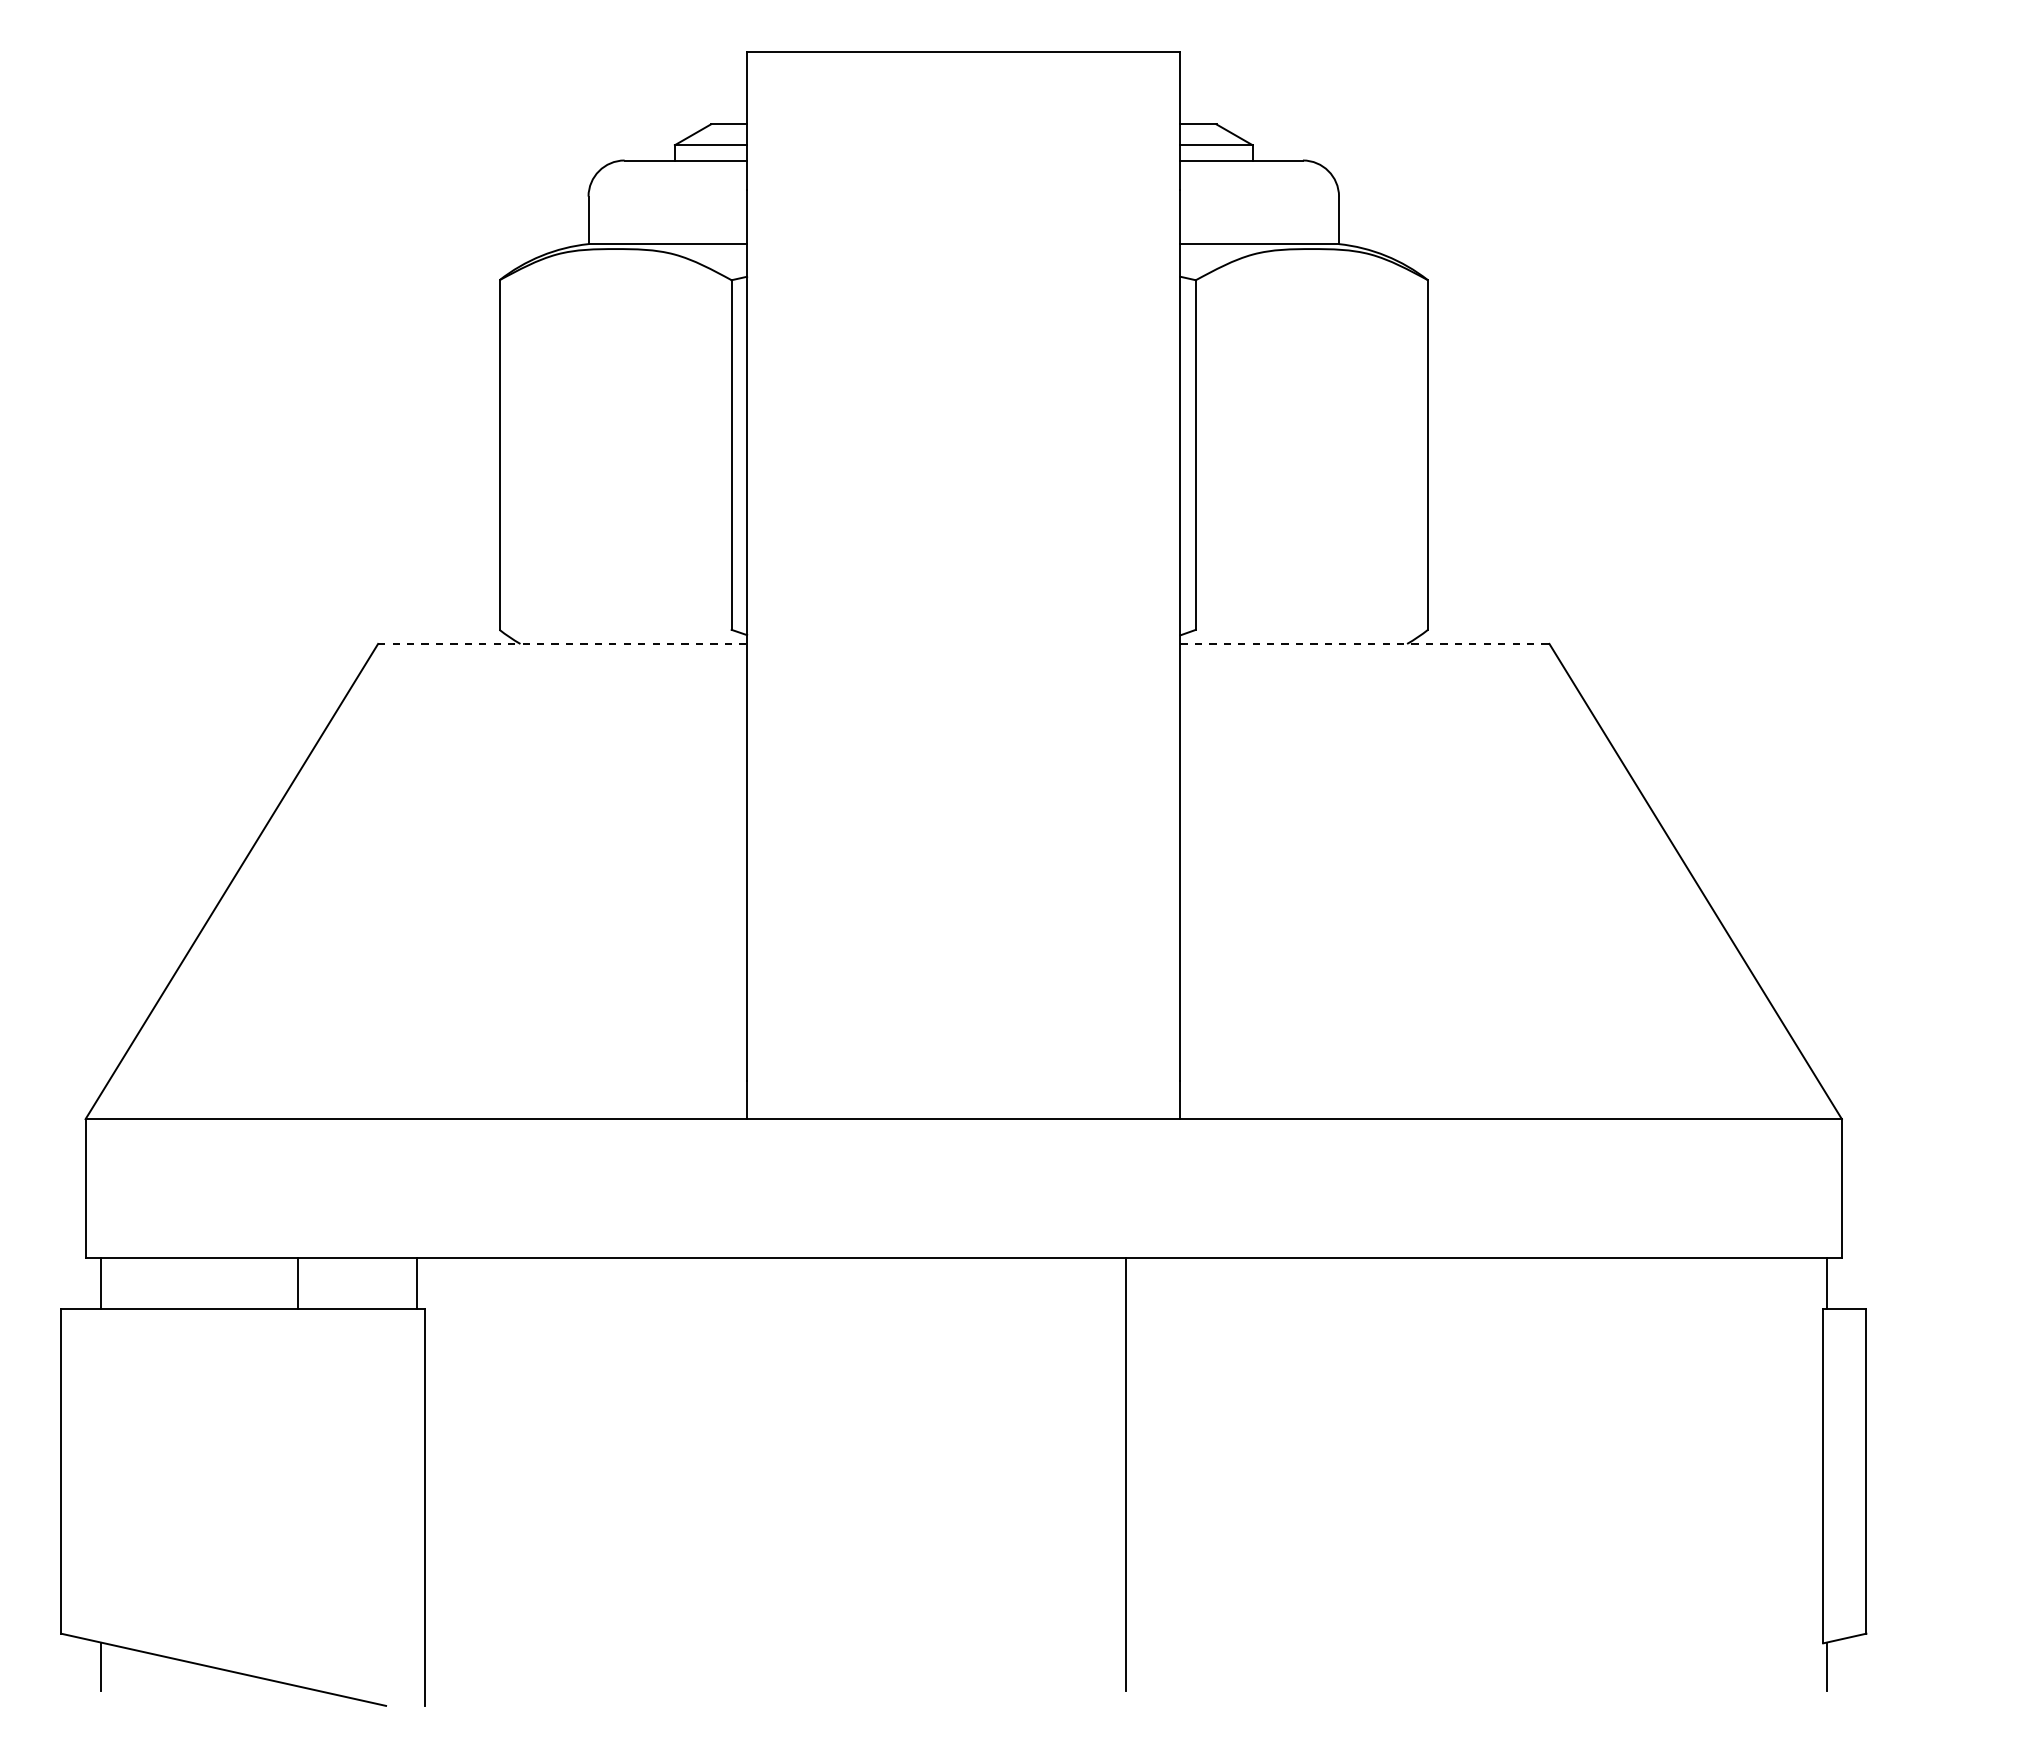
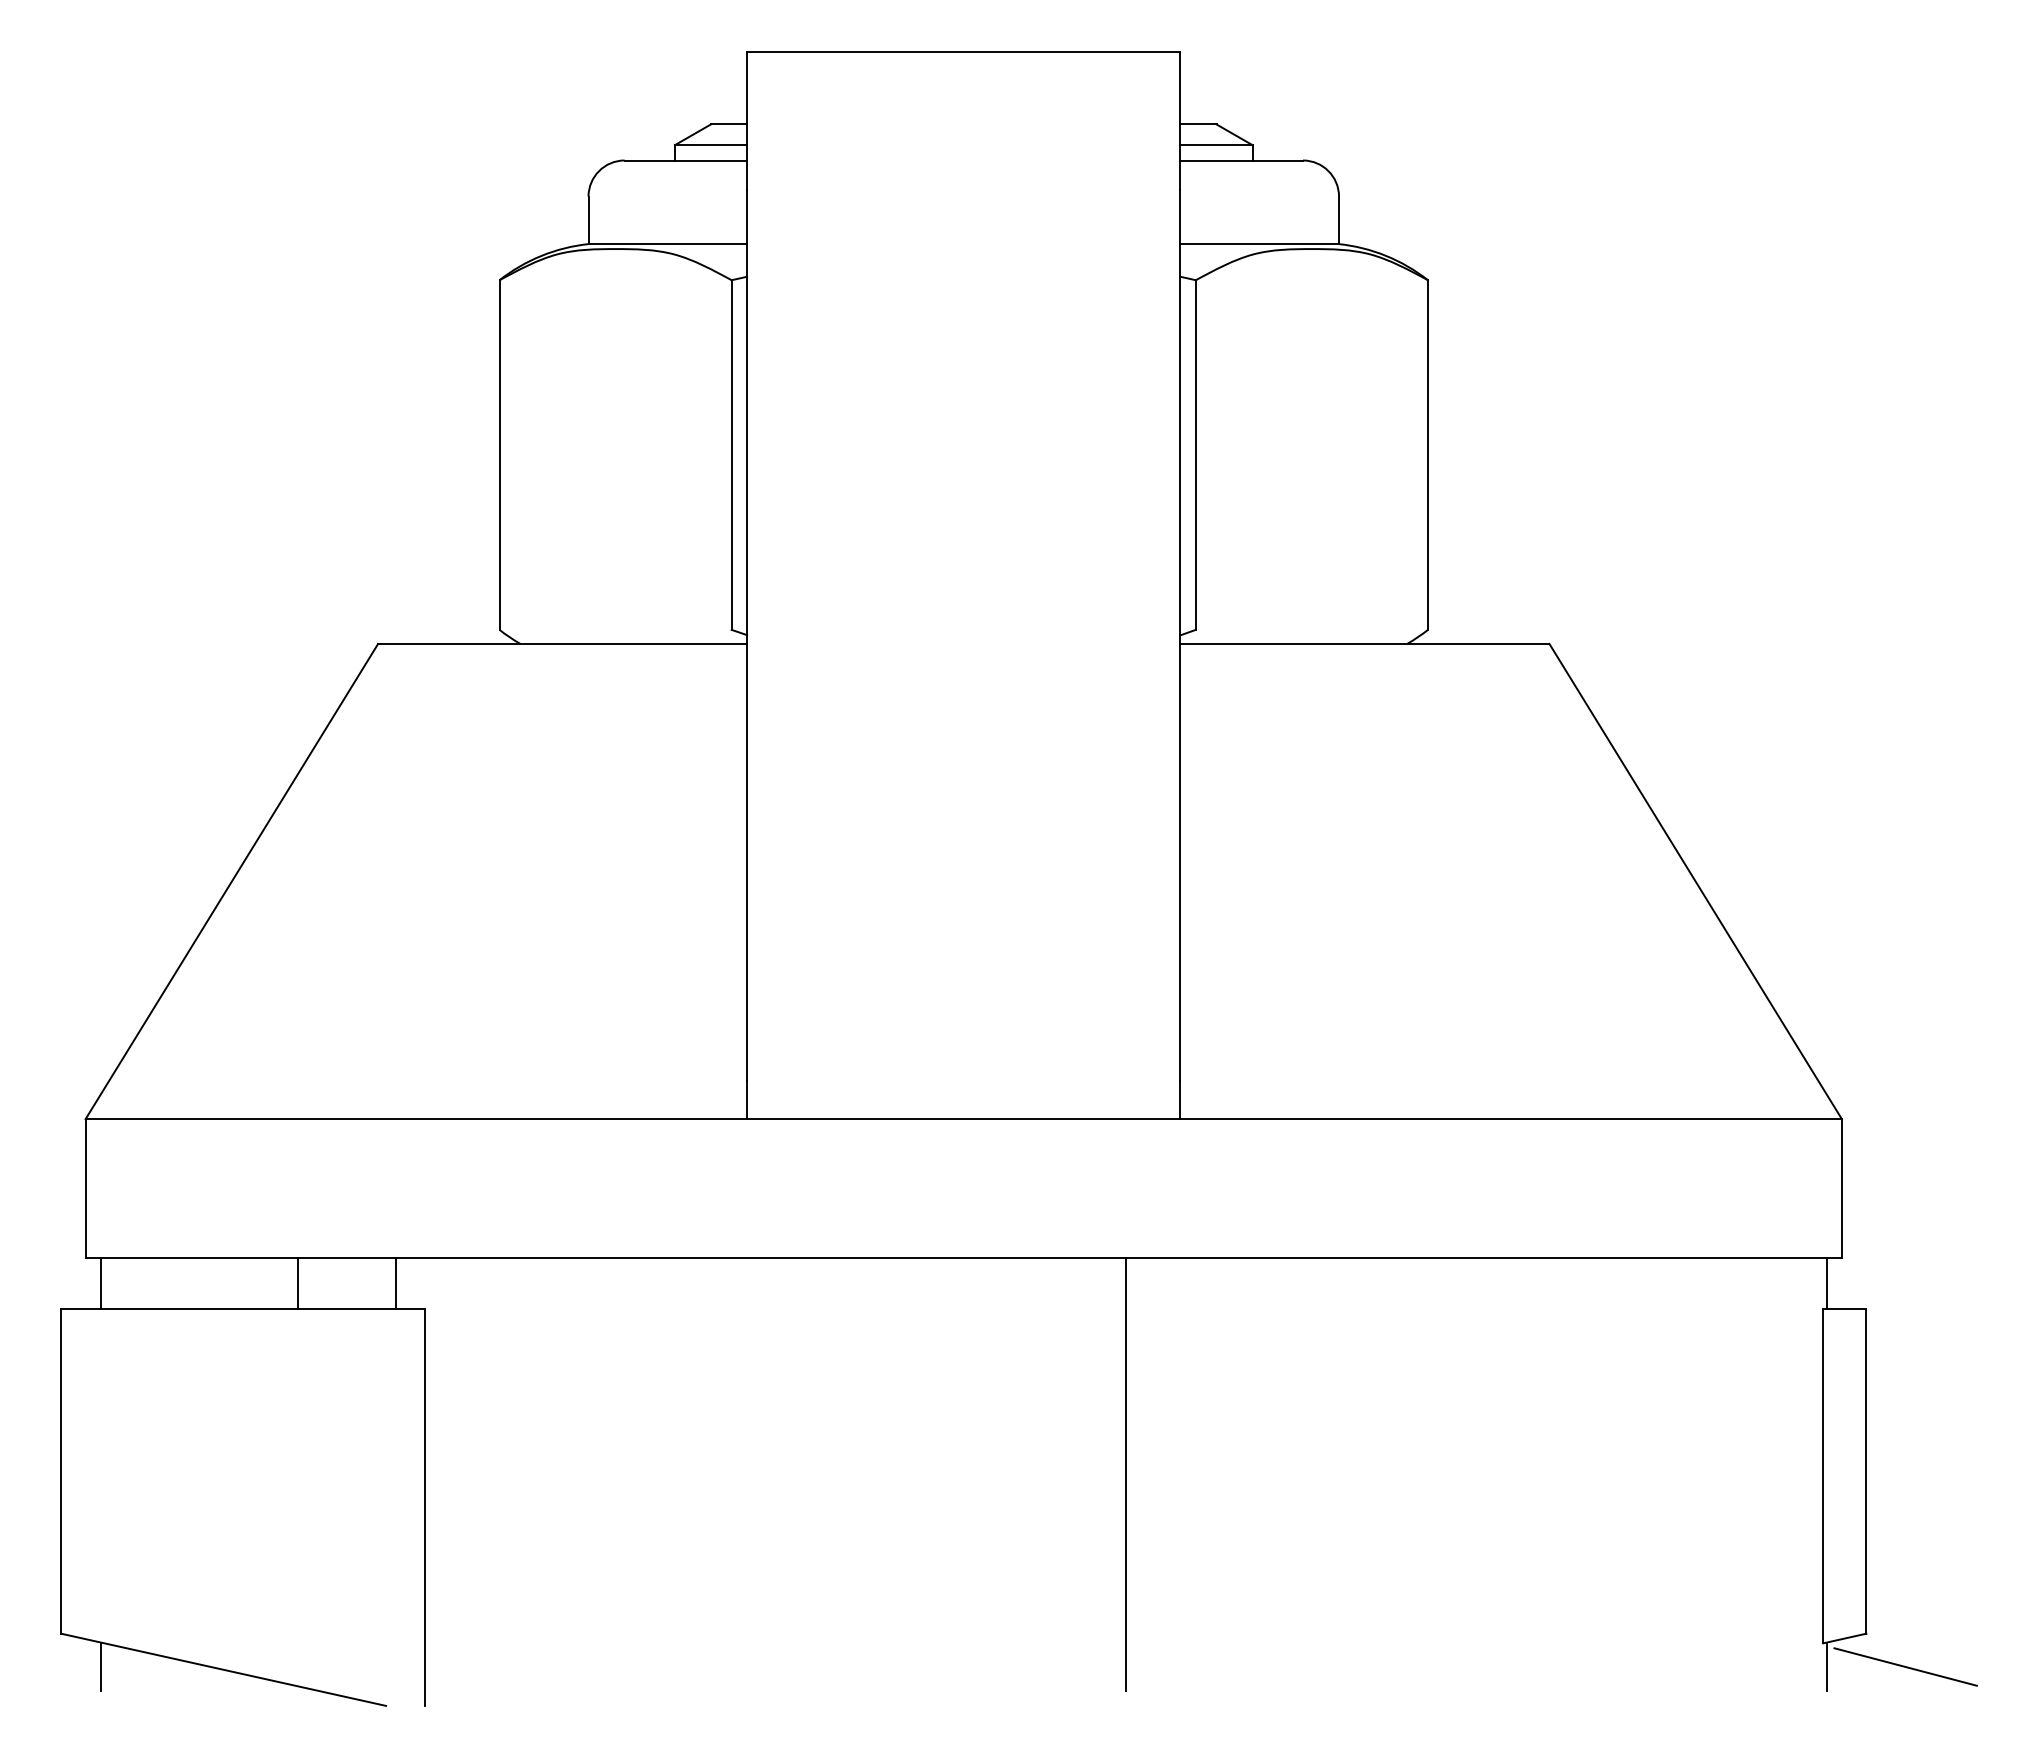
line at (562, 643): dashed -> solid
line at (1364, 643): dashed -> solid
line at (416, 1282) position: (416, 1282) -> (395, 1282)
line at (1905, 1666): none -> present
